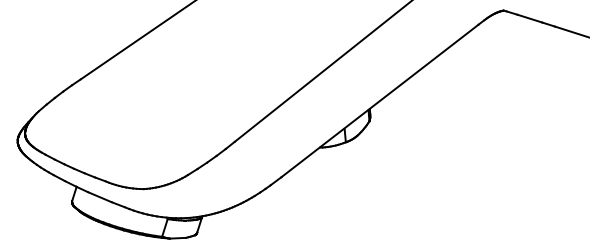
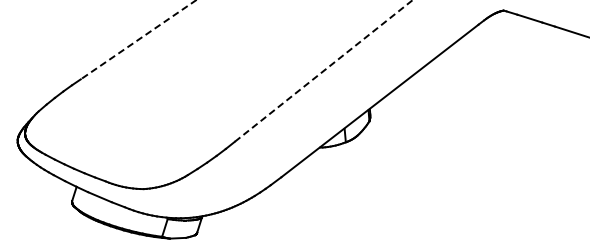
line at (138, 39): solid -> dashed
line at (323, 70): solid -> dashed
